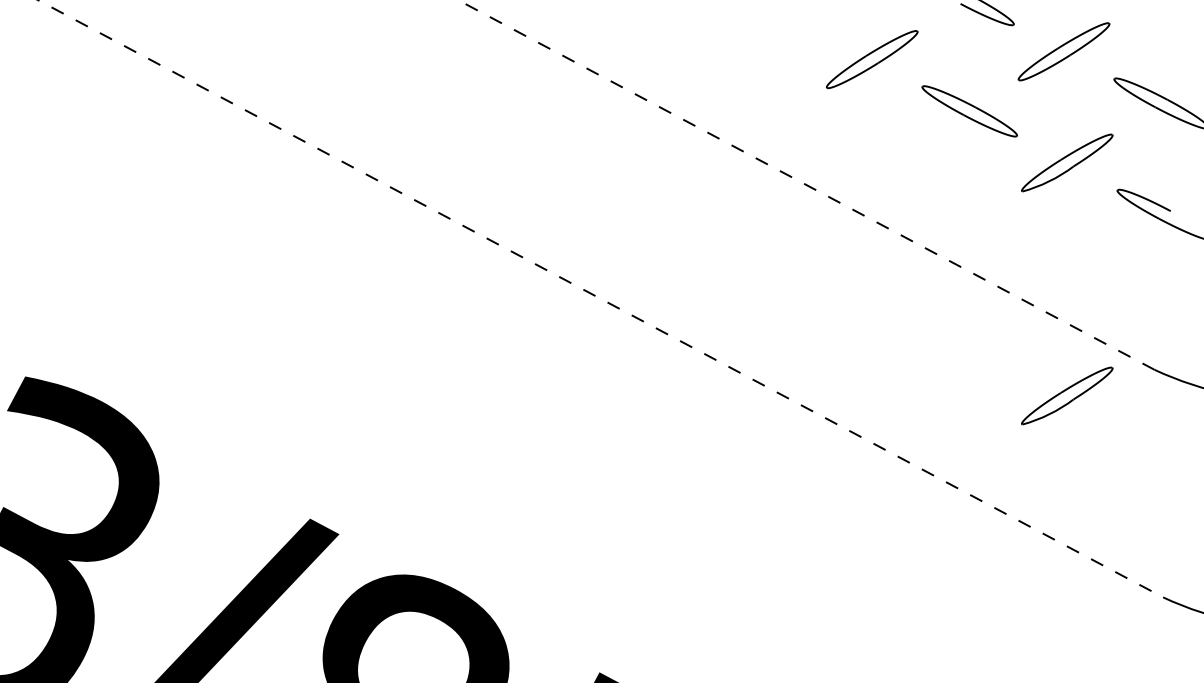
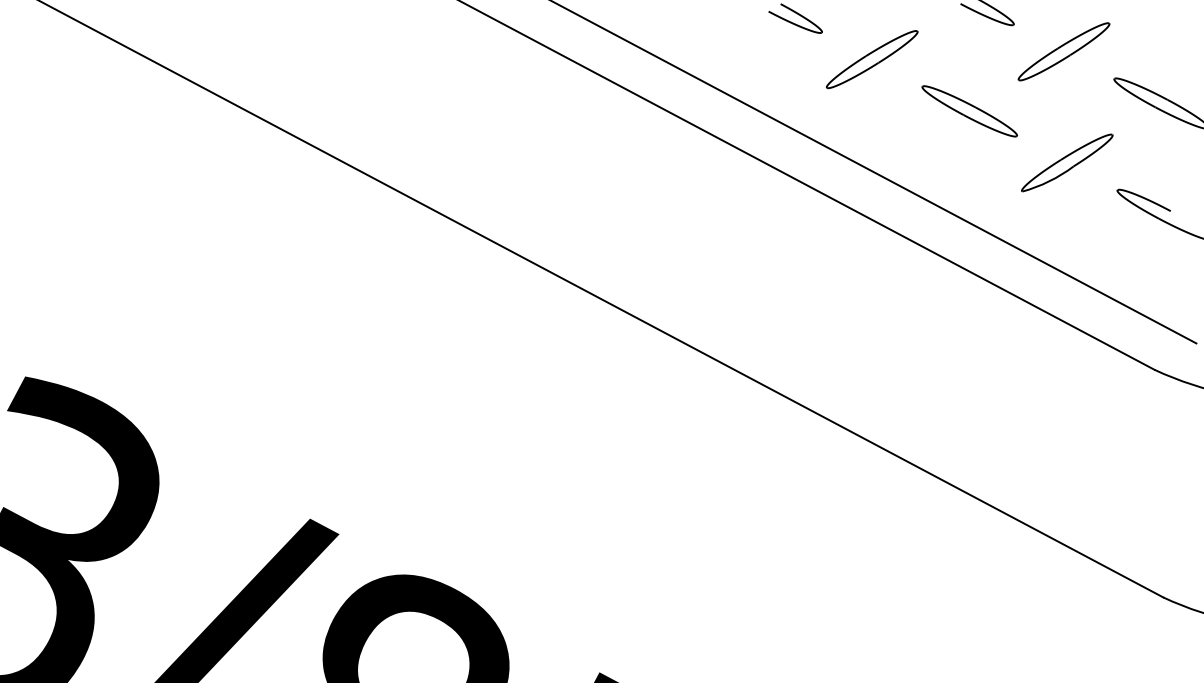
part at (795, 18): none -> present
line at (875, 172): none -> present
line at (805, 184): dashed -> solid
line at (600, 298): dashed -> solid
part at (1067, 395): present -> none
